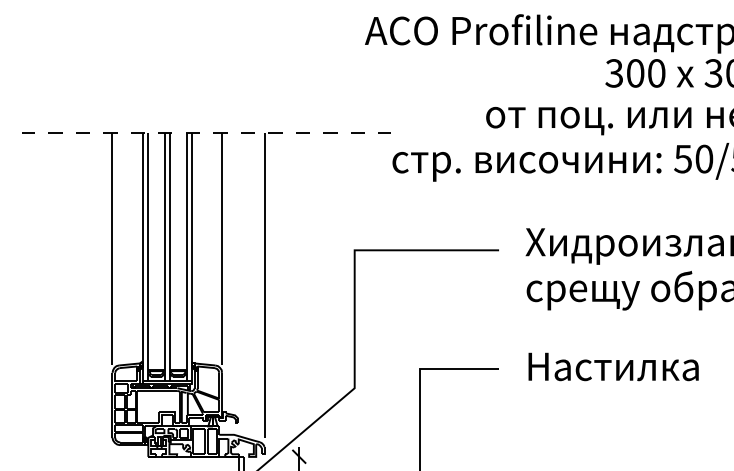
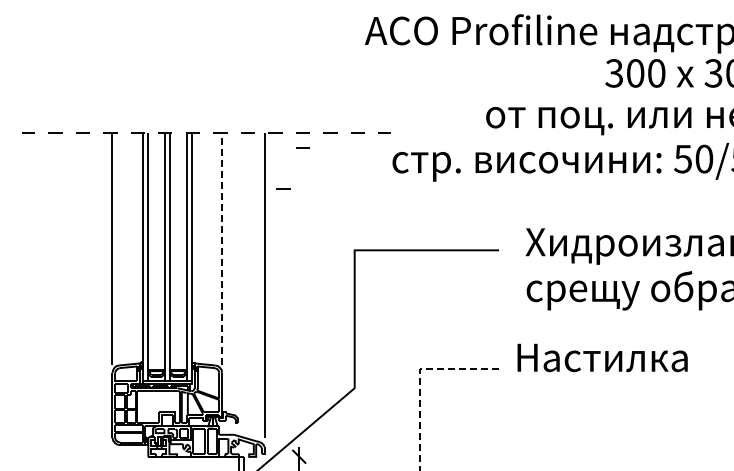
line at (302, 147): none -> present
line at (283, 188): none -> present
line at (222, 249): solid -> dashed
text at (613, 366) position: (613, 366) -> (602, 357)
line at (420, 379): solid -> dashed
